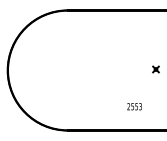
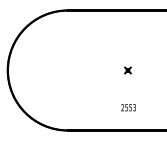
part at (155, 69) position: (155, 69) -> (127, 70)
text at (134, 106) position: (134, 106) -> (128, 107)
